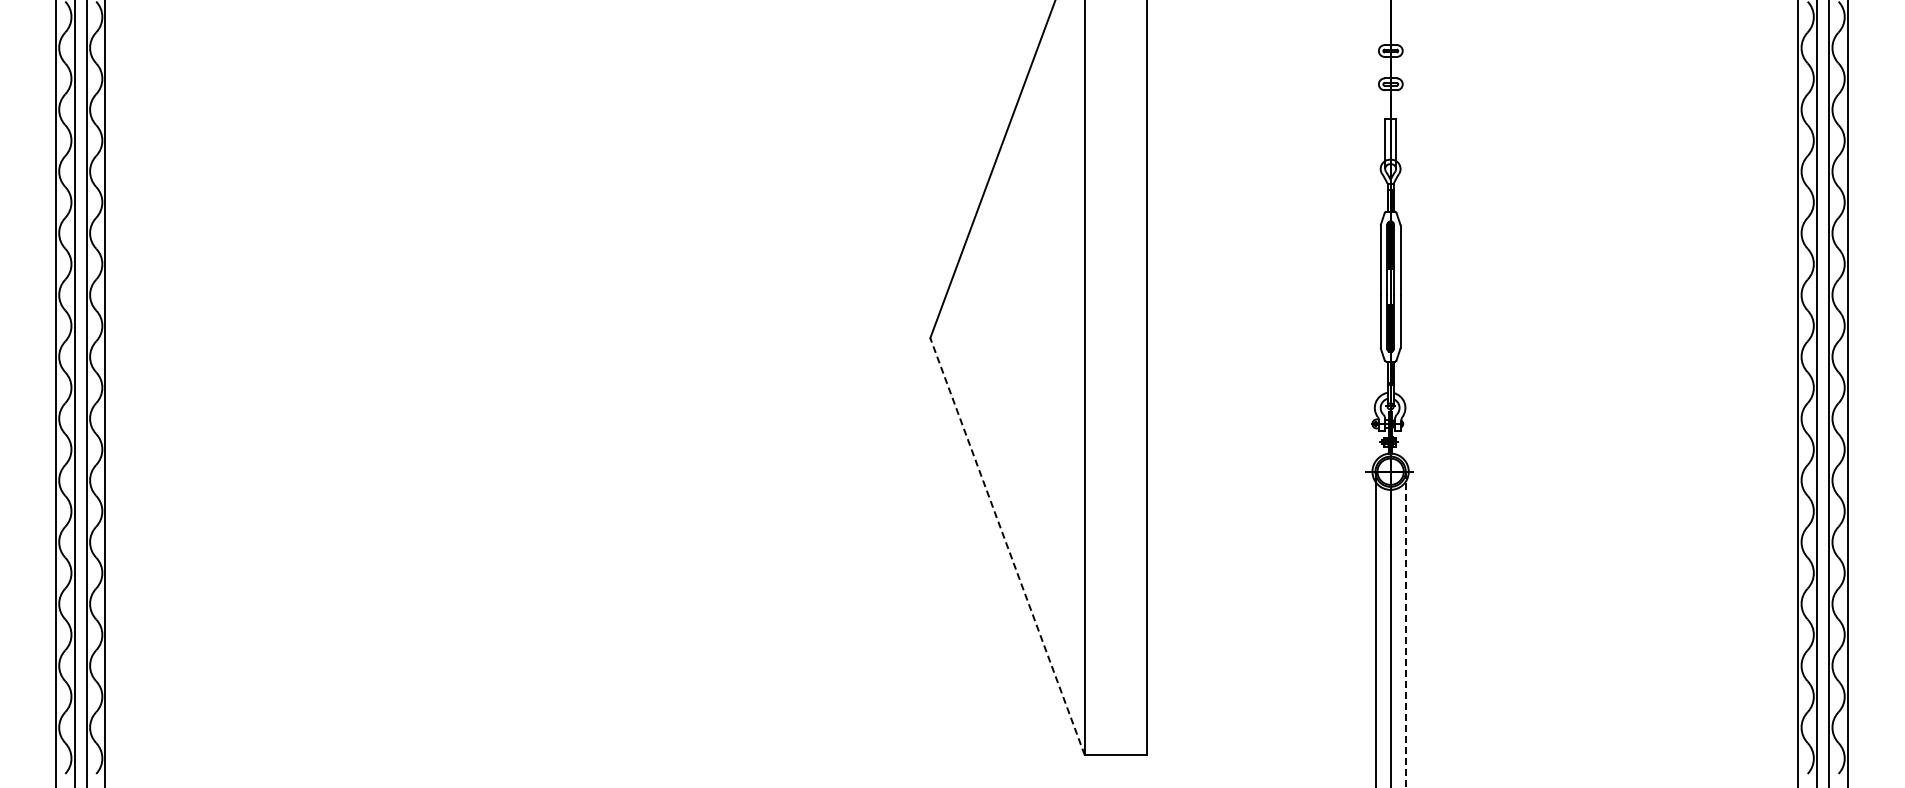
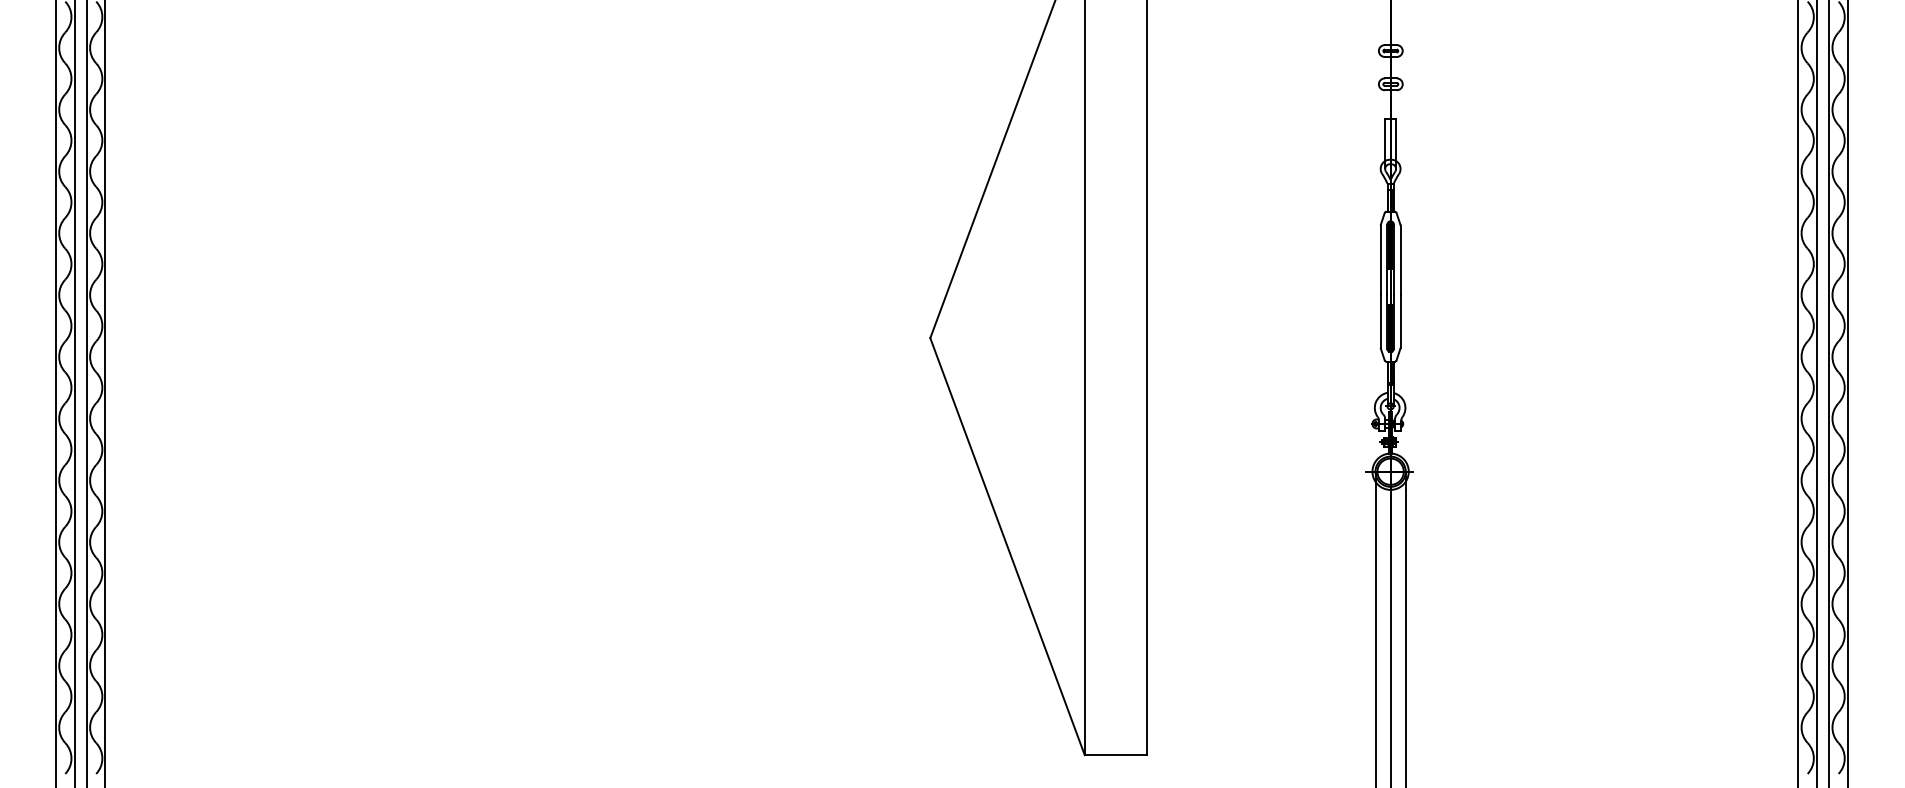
line at (1007, 546): dashed -> solid
line at (1405, 630): dashed -> solid
